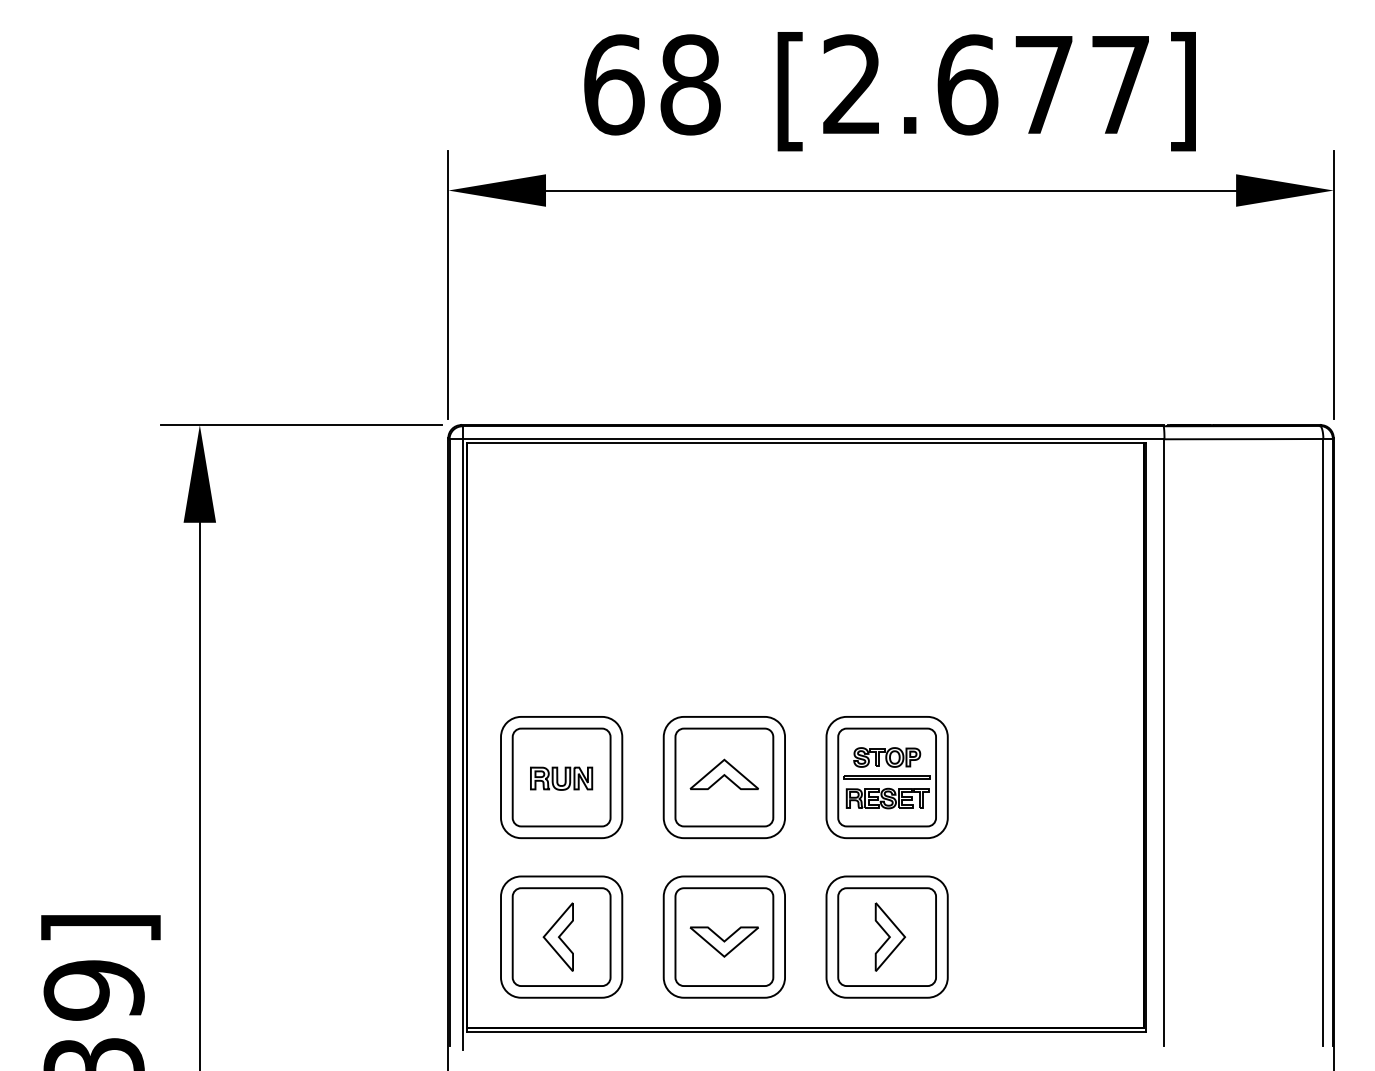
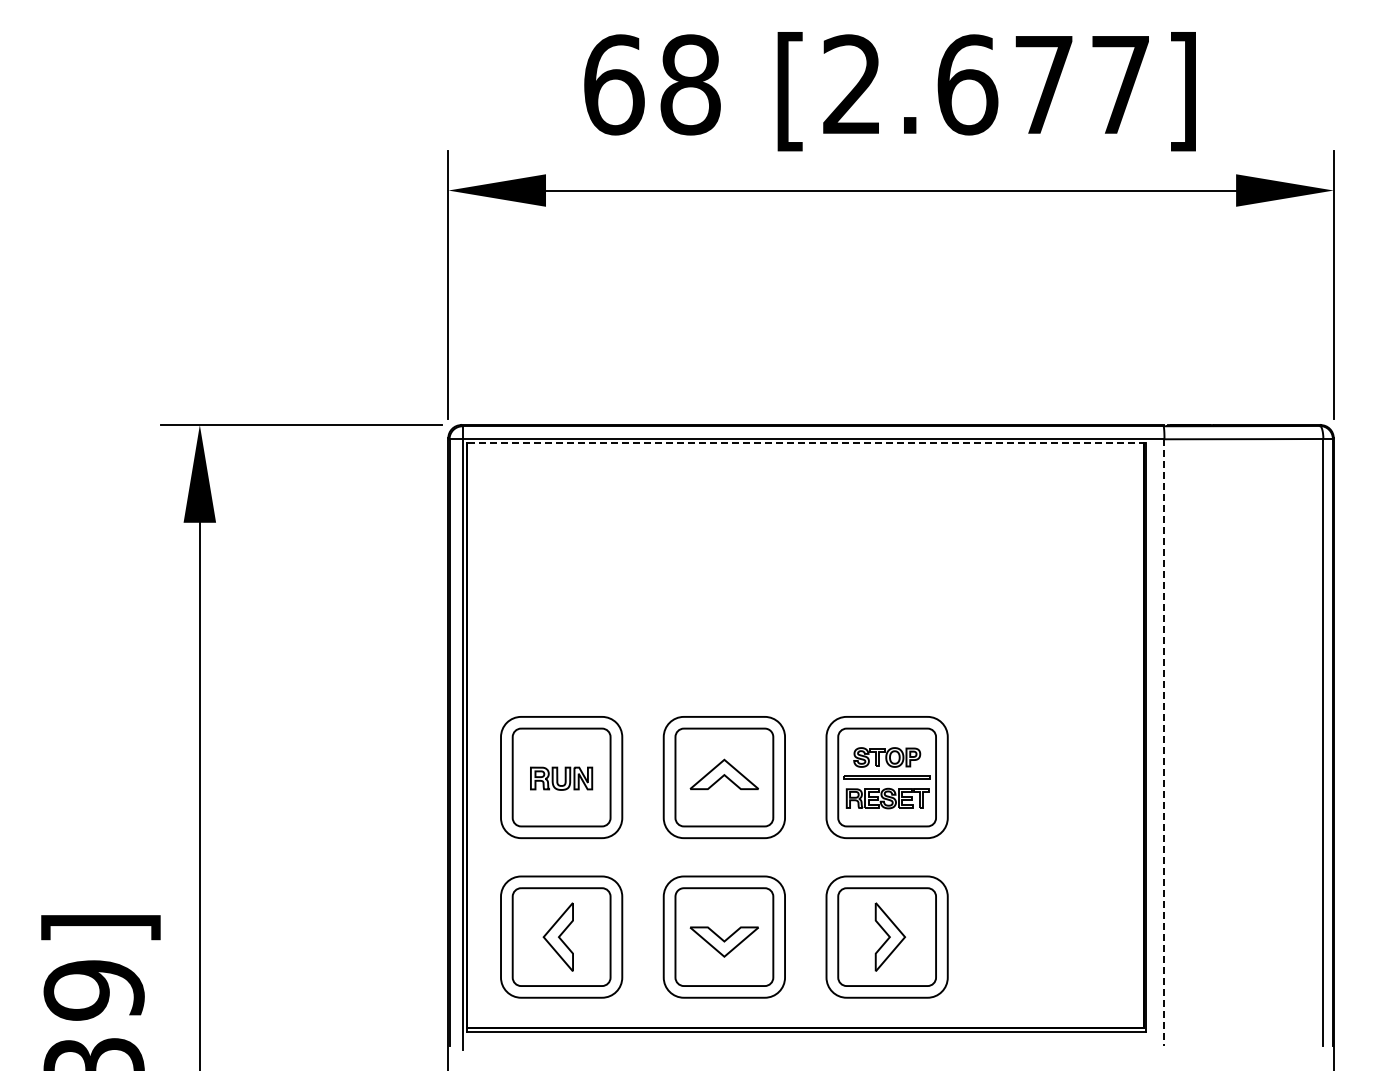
line at (806, 443): solid -> dashed
line at (1164, 743): solid -> dashed
